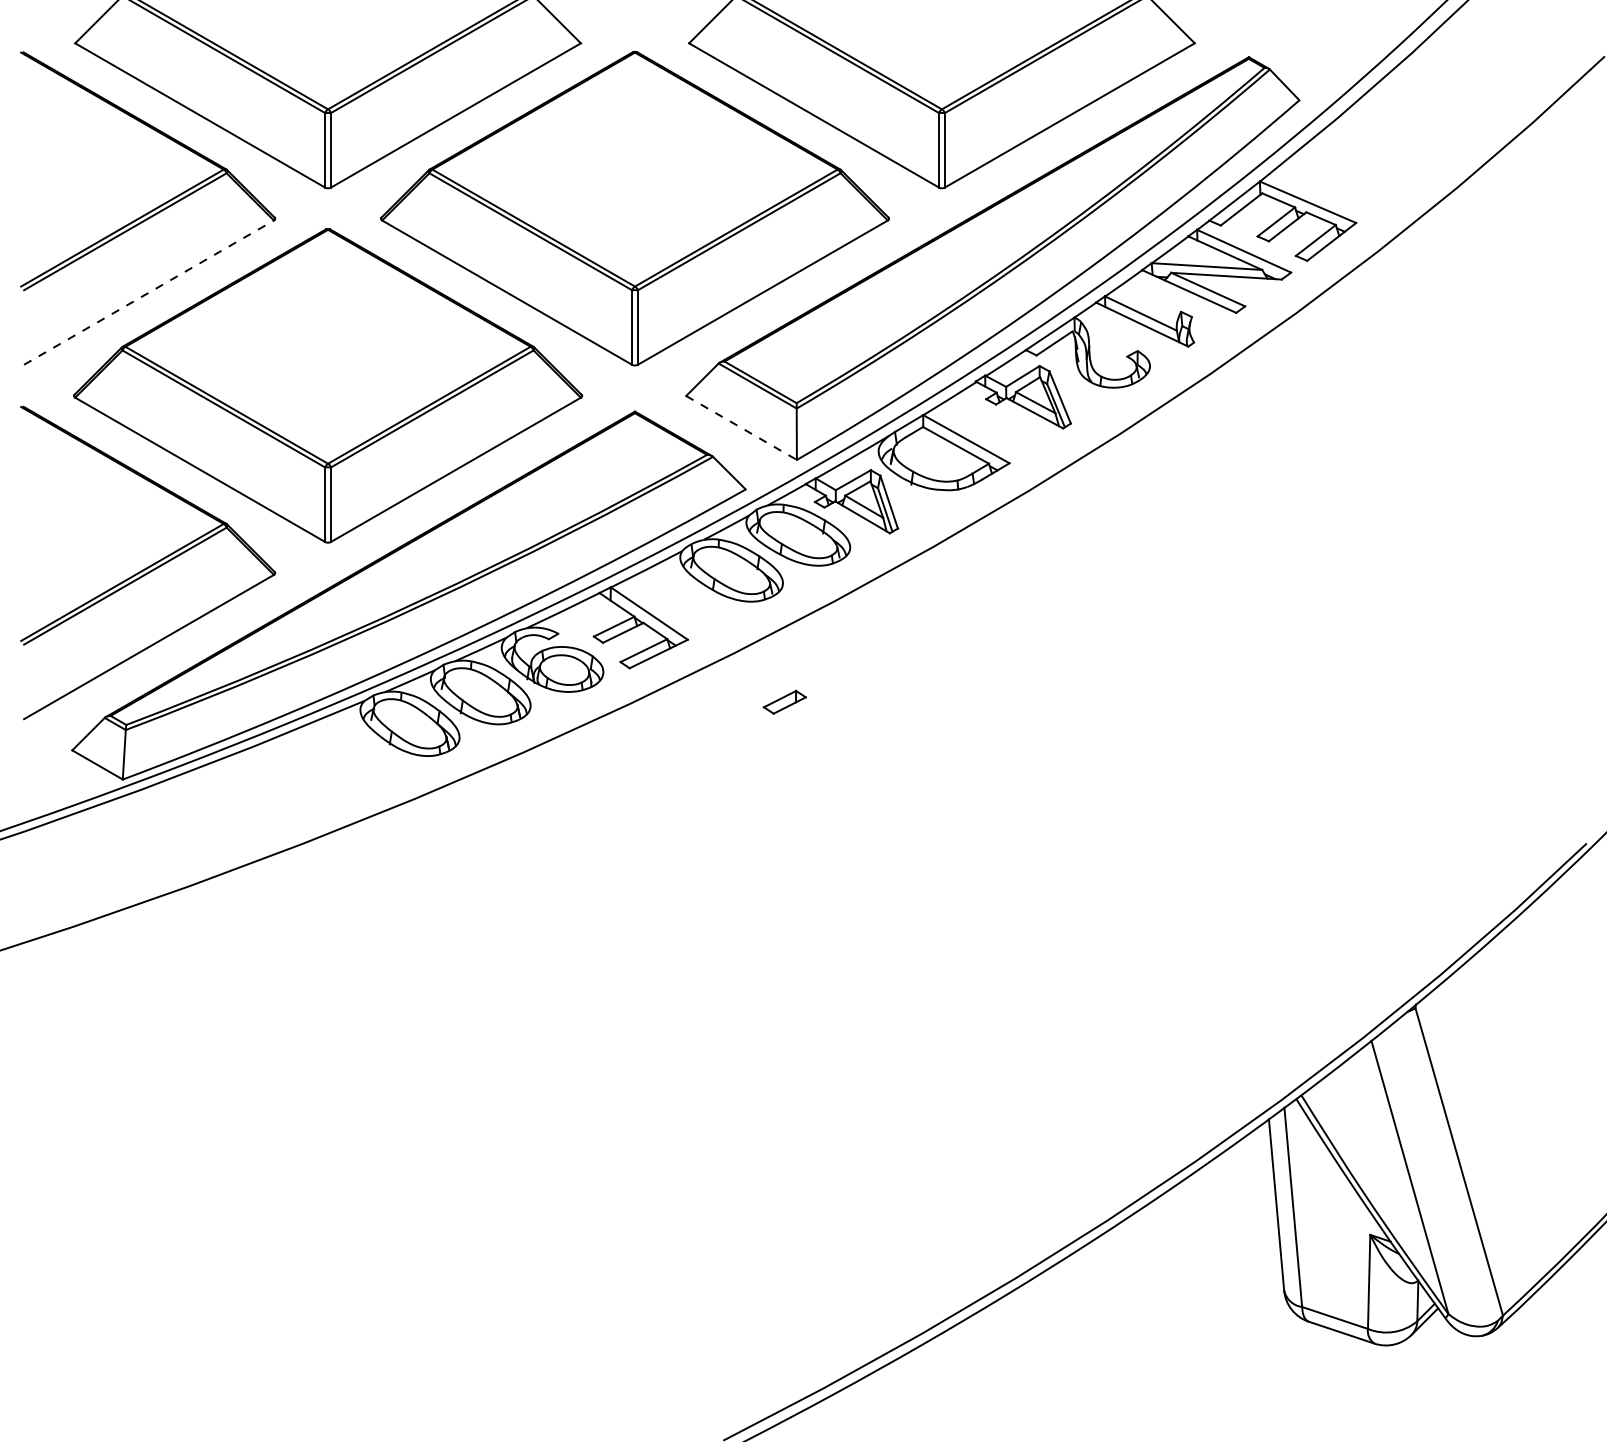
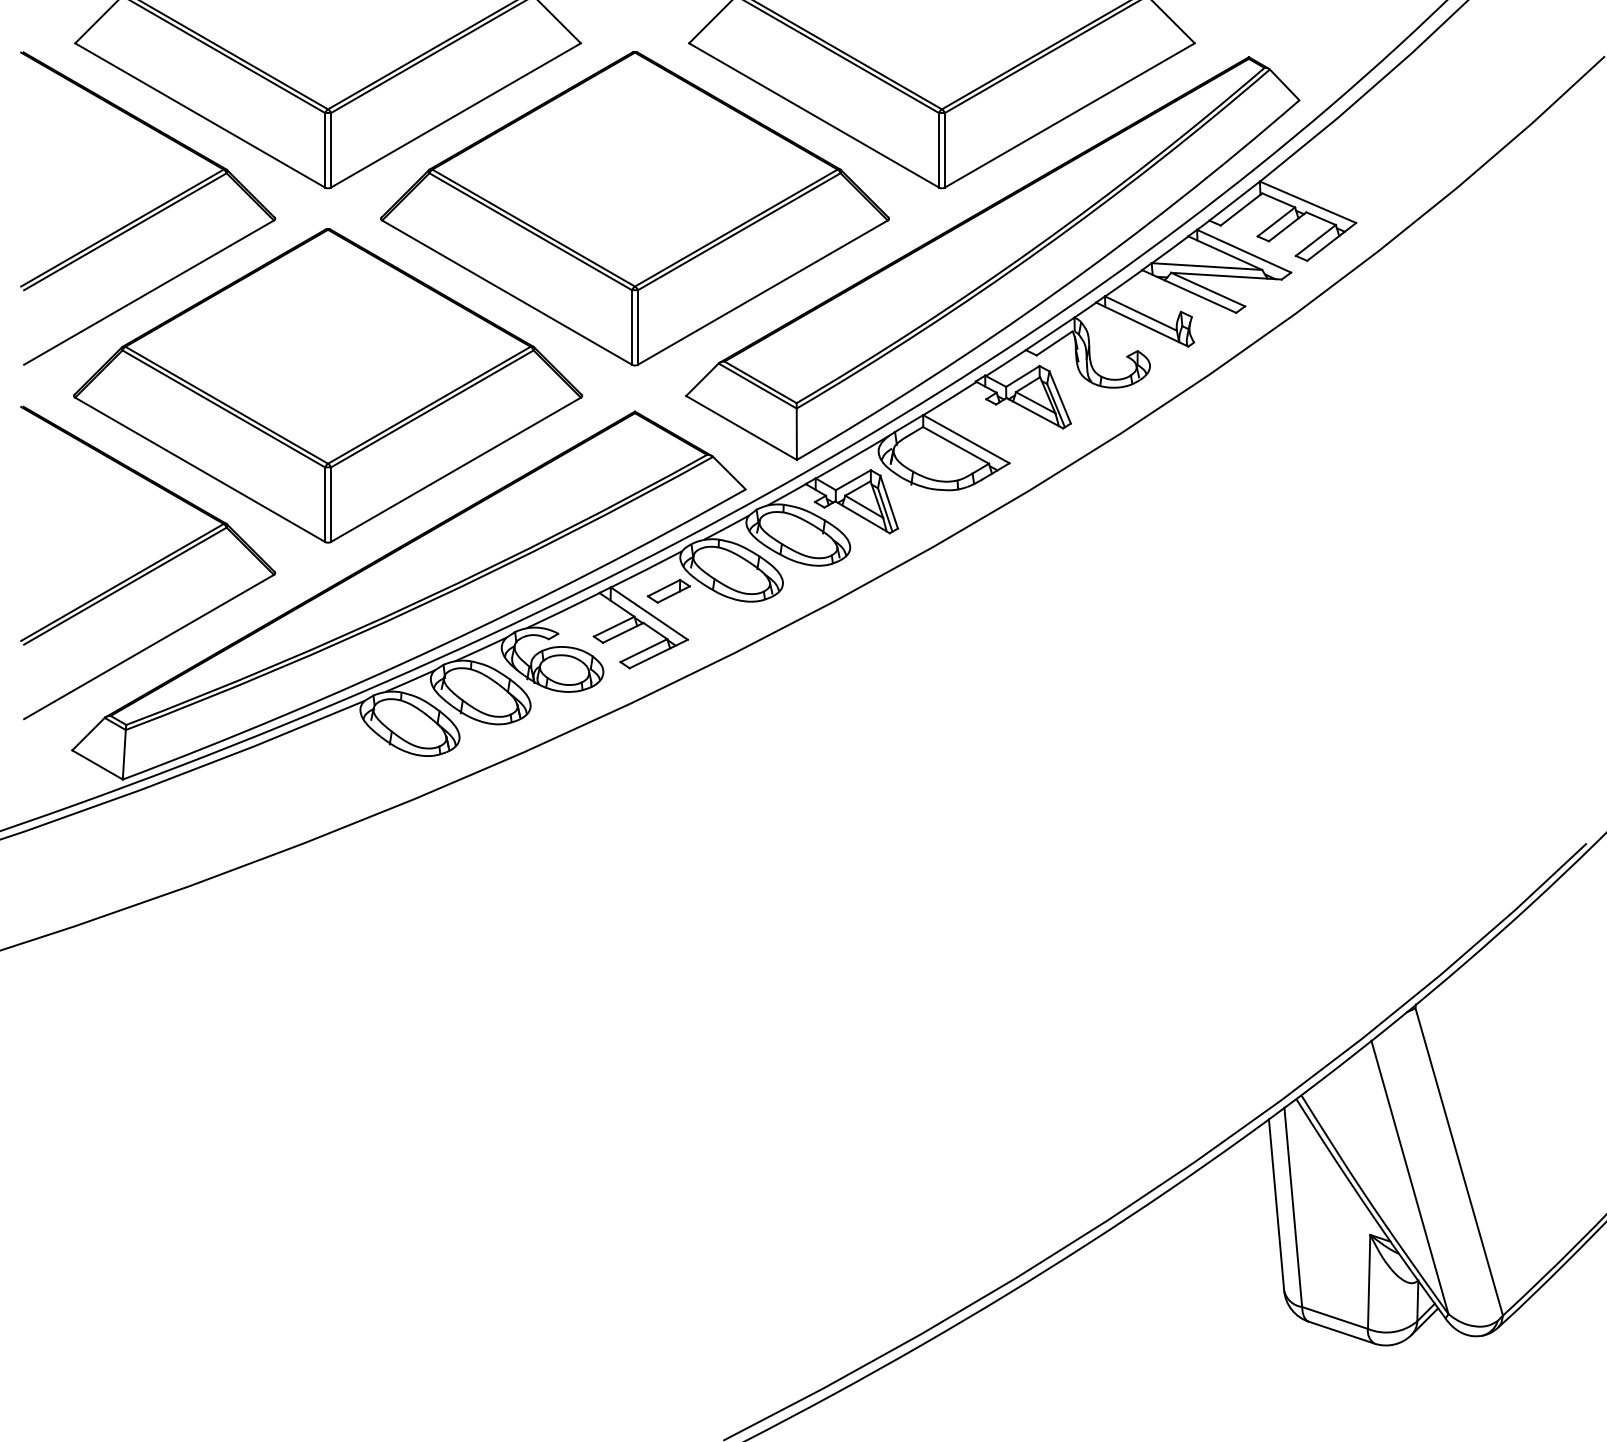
line at (149, 292): dashed -> solid
line at (741, 427): dashed -> solid
part at (784, 701) position: (784, 701) -> (668, 590)
